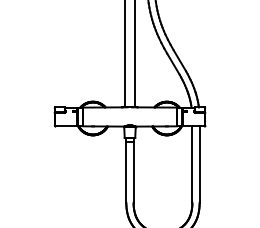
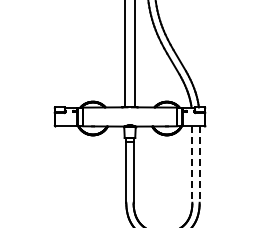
line at (192, 165): solid -> dashed
line at (199, 165): solid -> dashed
